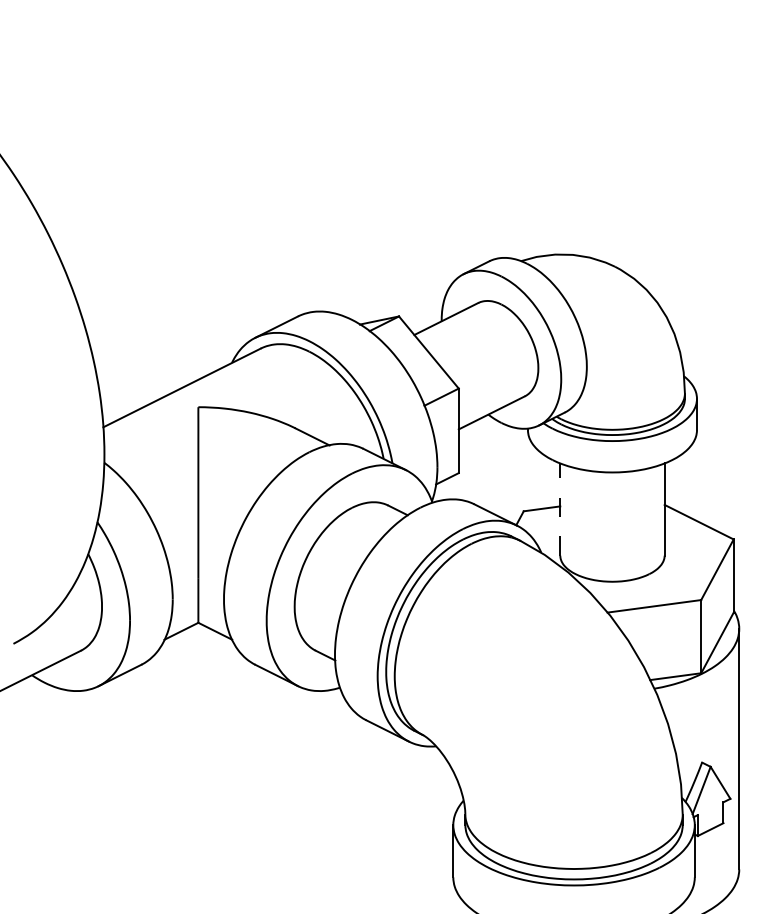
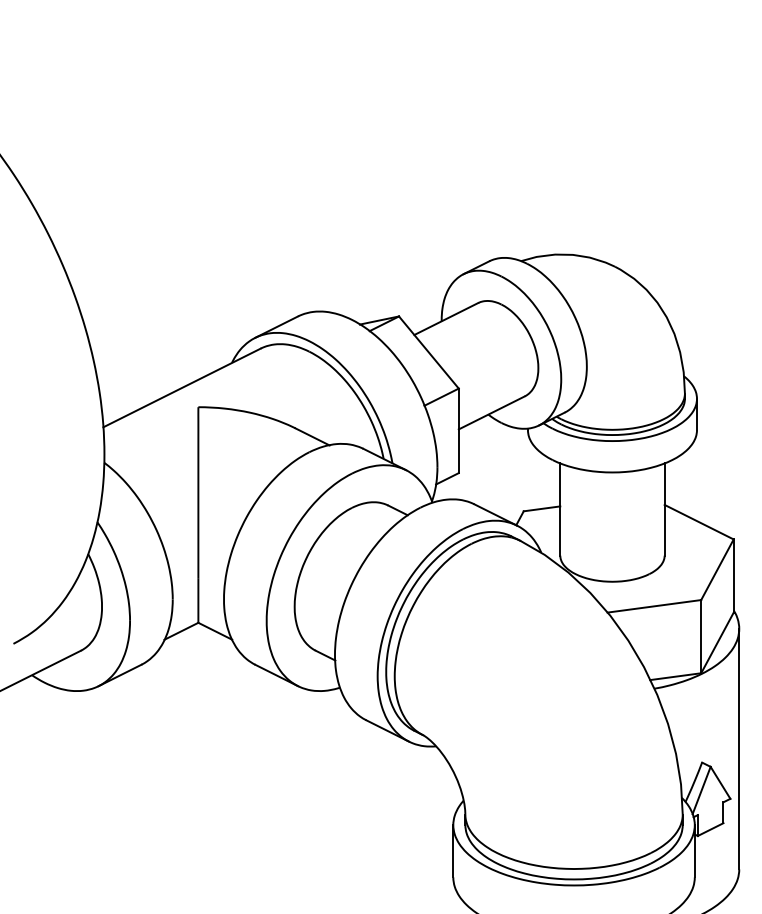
line at (560, 509): dashed -> solid
